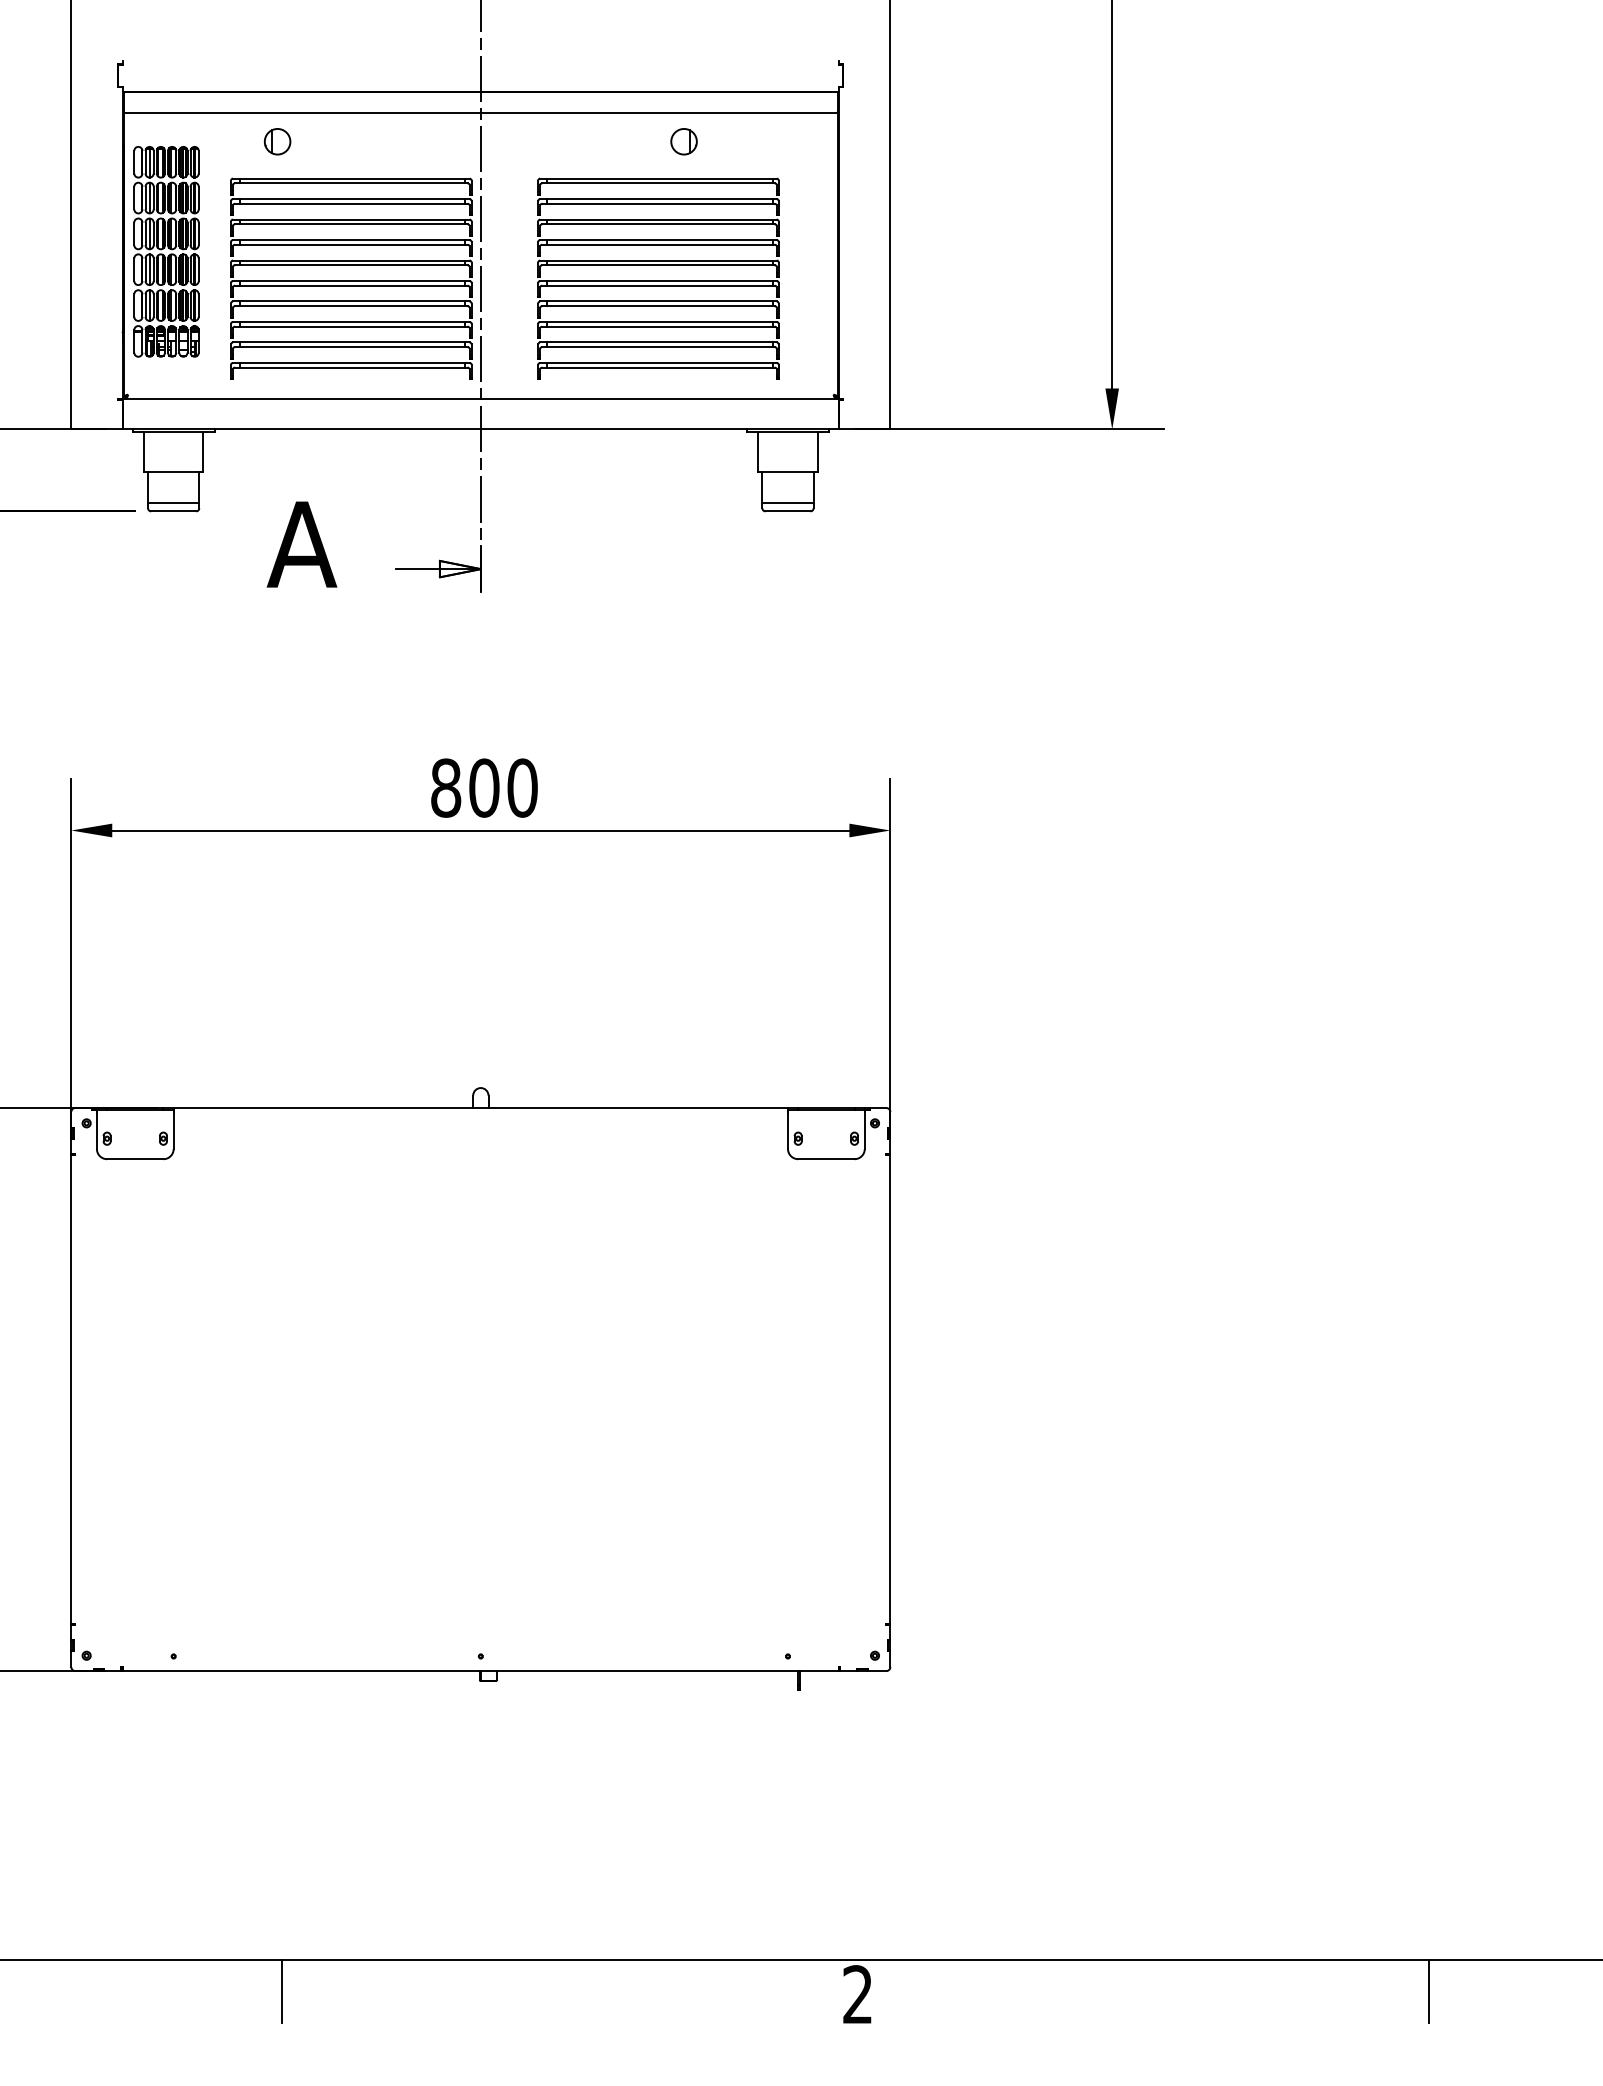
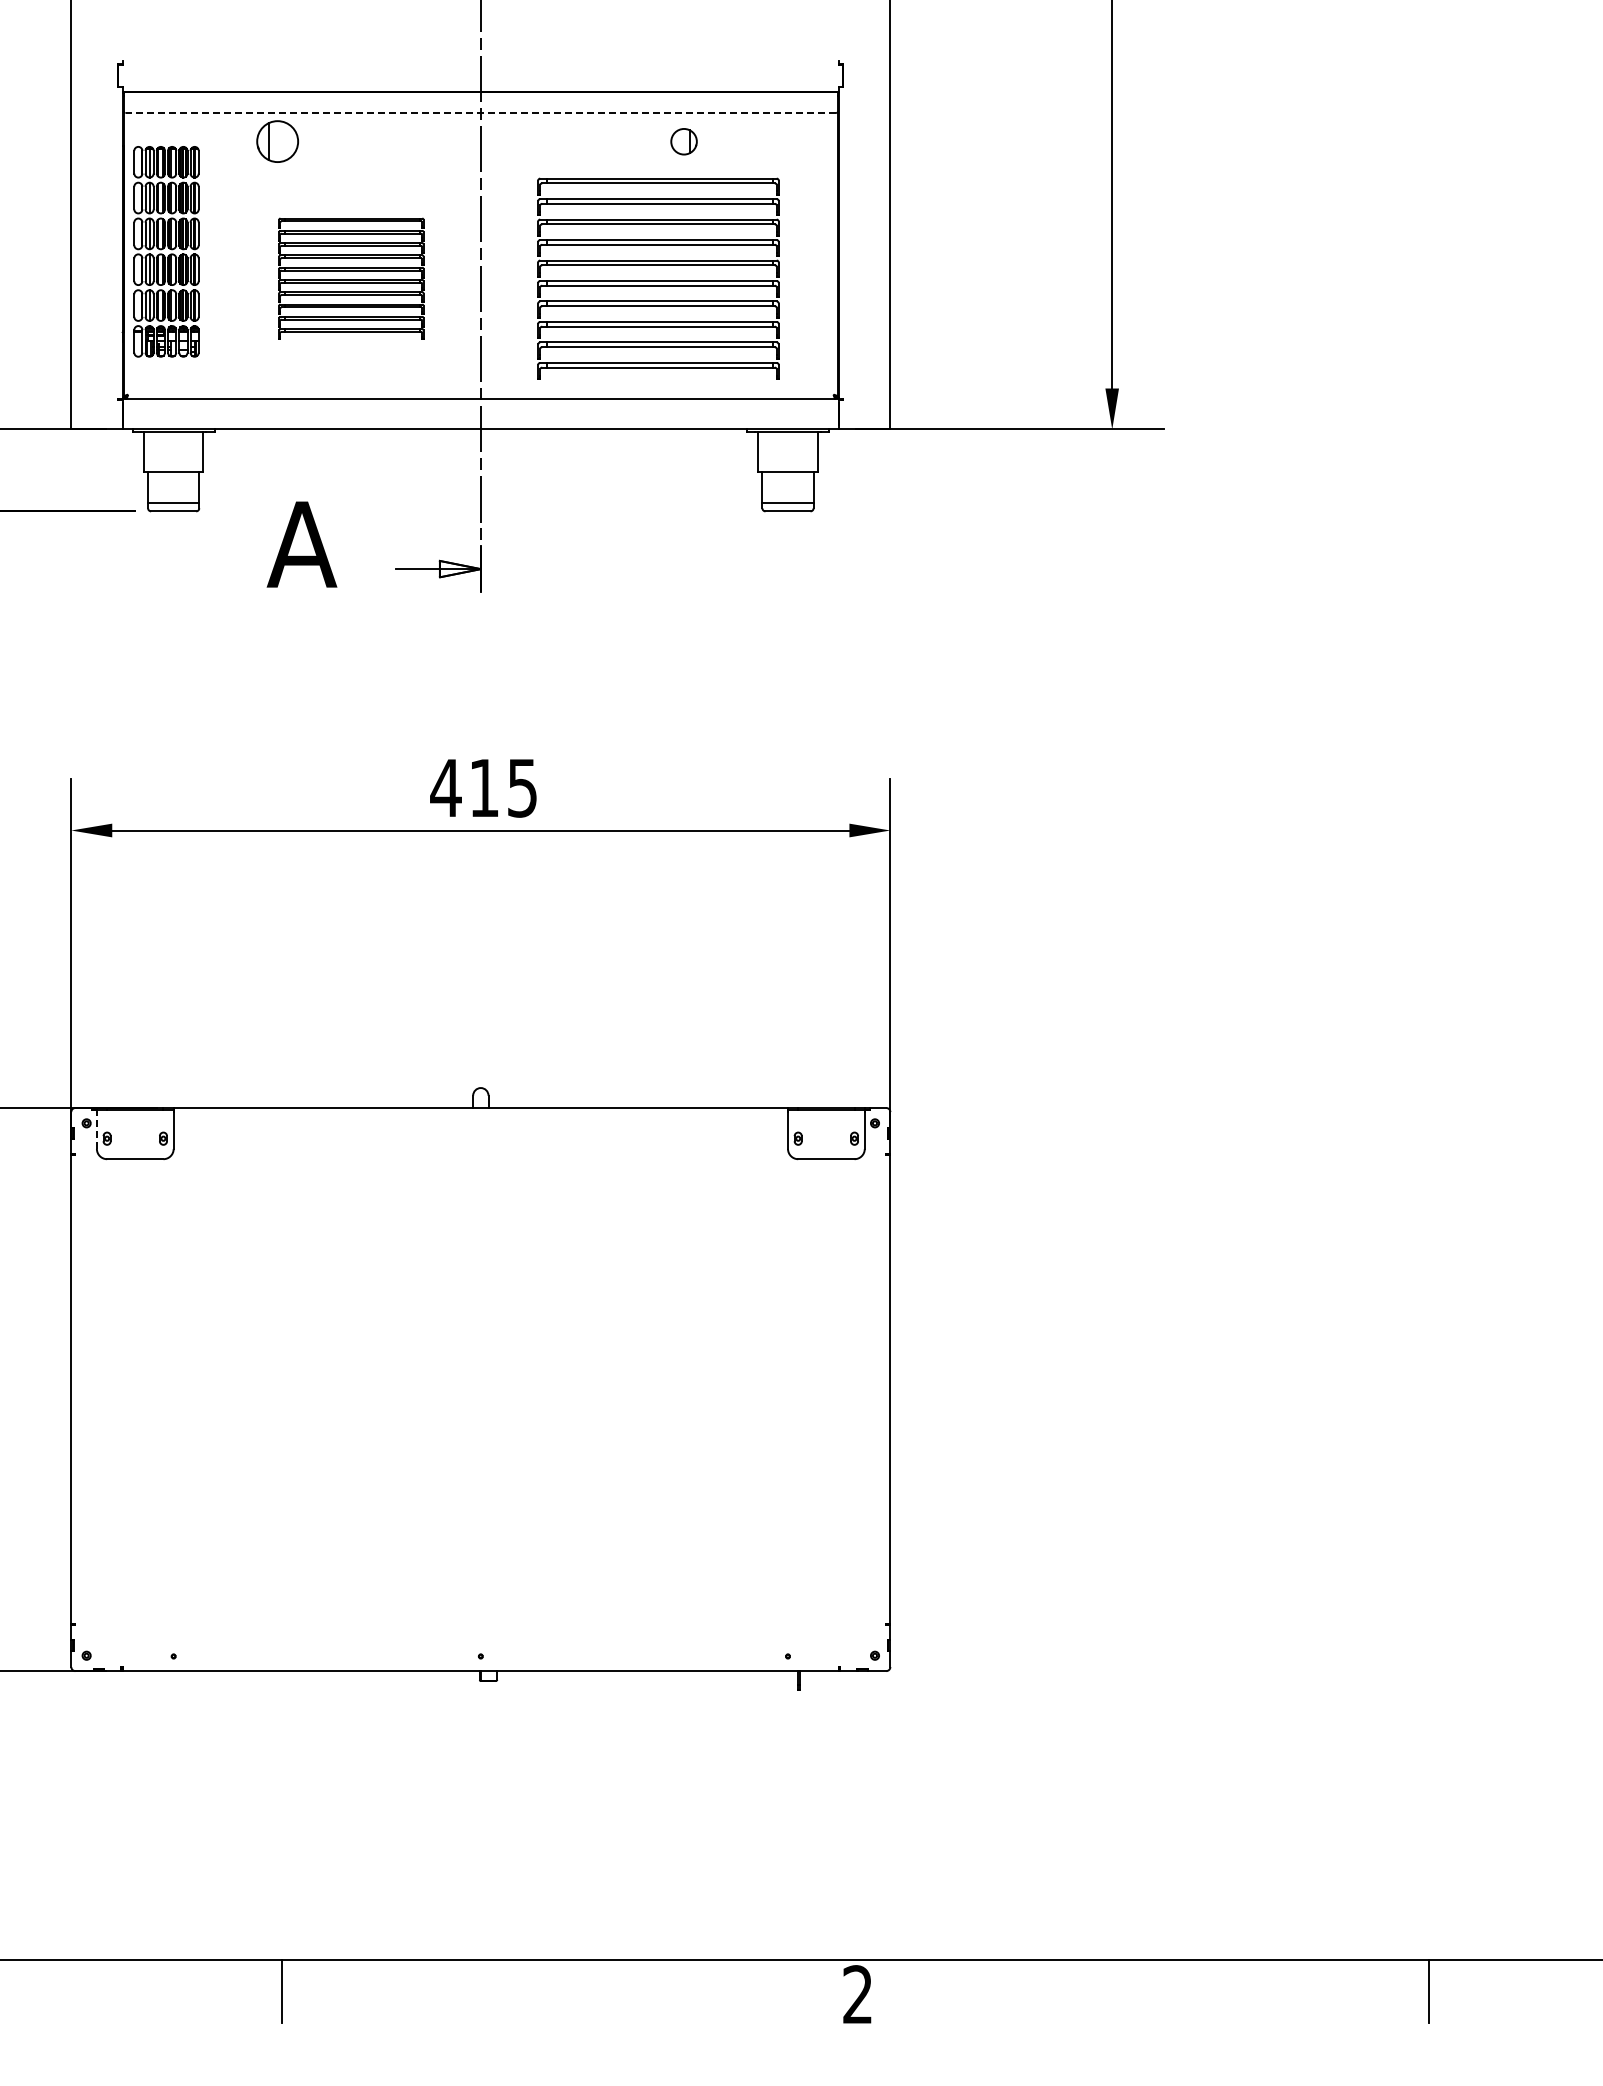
line at (480, 113): solid -> dashed
part at (277, 141) size: 29x28 px -> 43x43 px
part at (351, 278) size: 243x203 px -> 147x123 px
text at (483, 787): 800 -> 415
line at (96, 1130): solid -> dashed
